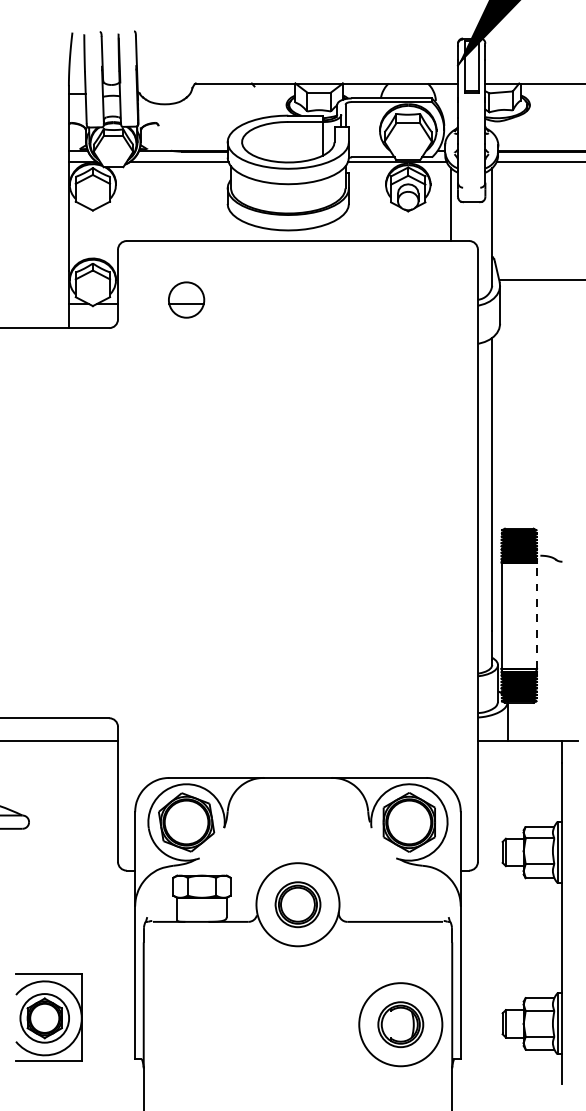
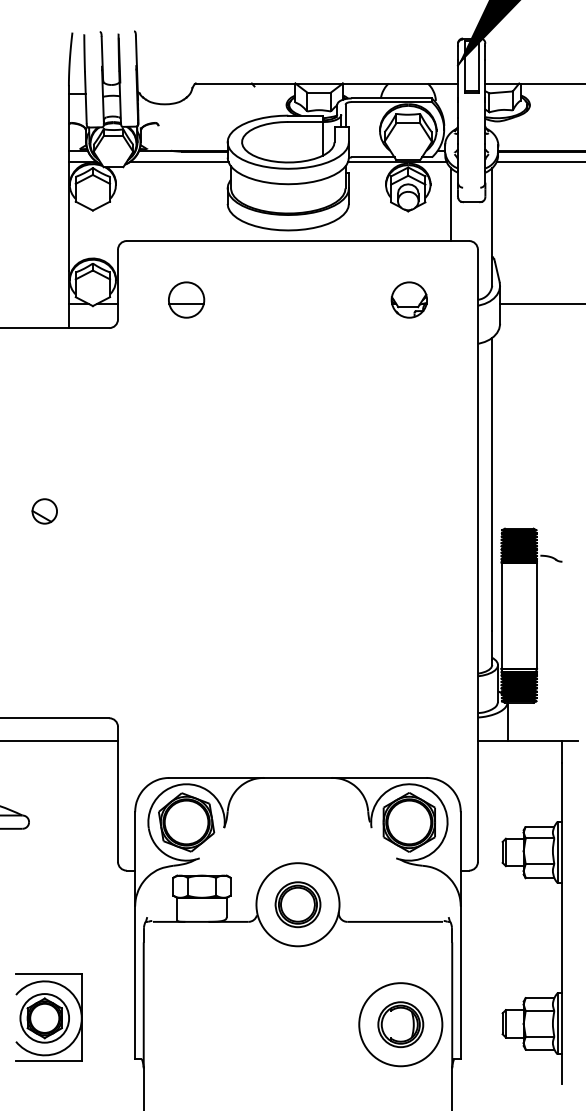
line at (541, 279) position: (541, 279) -> (541, 303)
part at (408, 299): none -> present
part at (44, 511): none -> present
line at (536, 615): dashed -> solid
